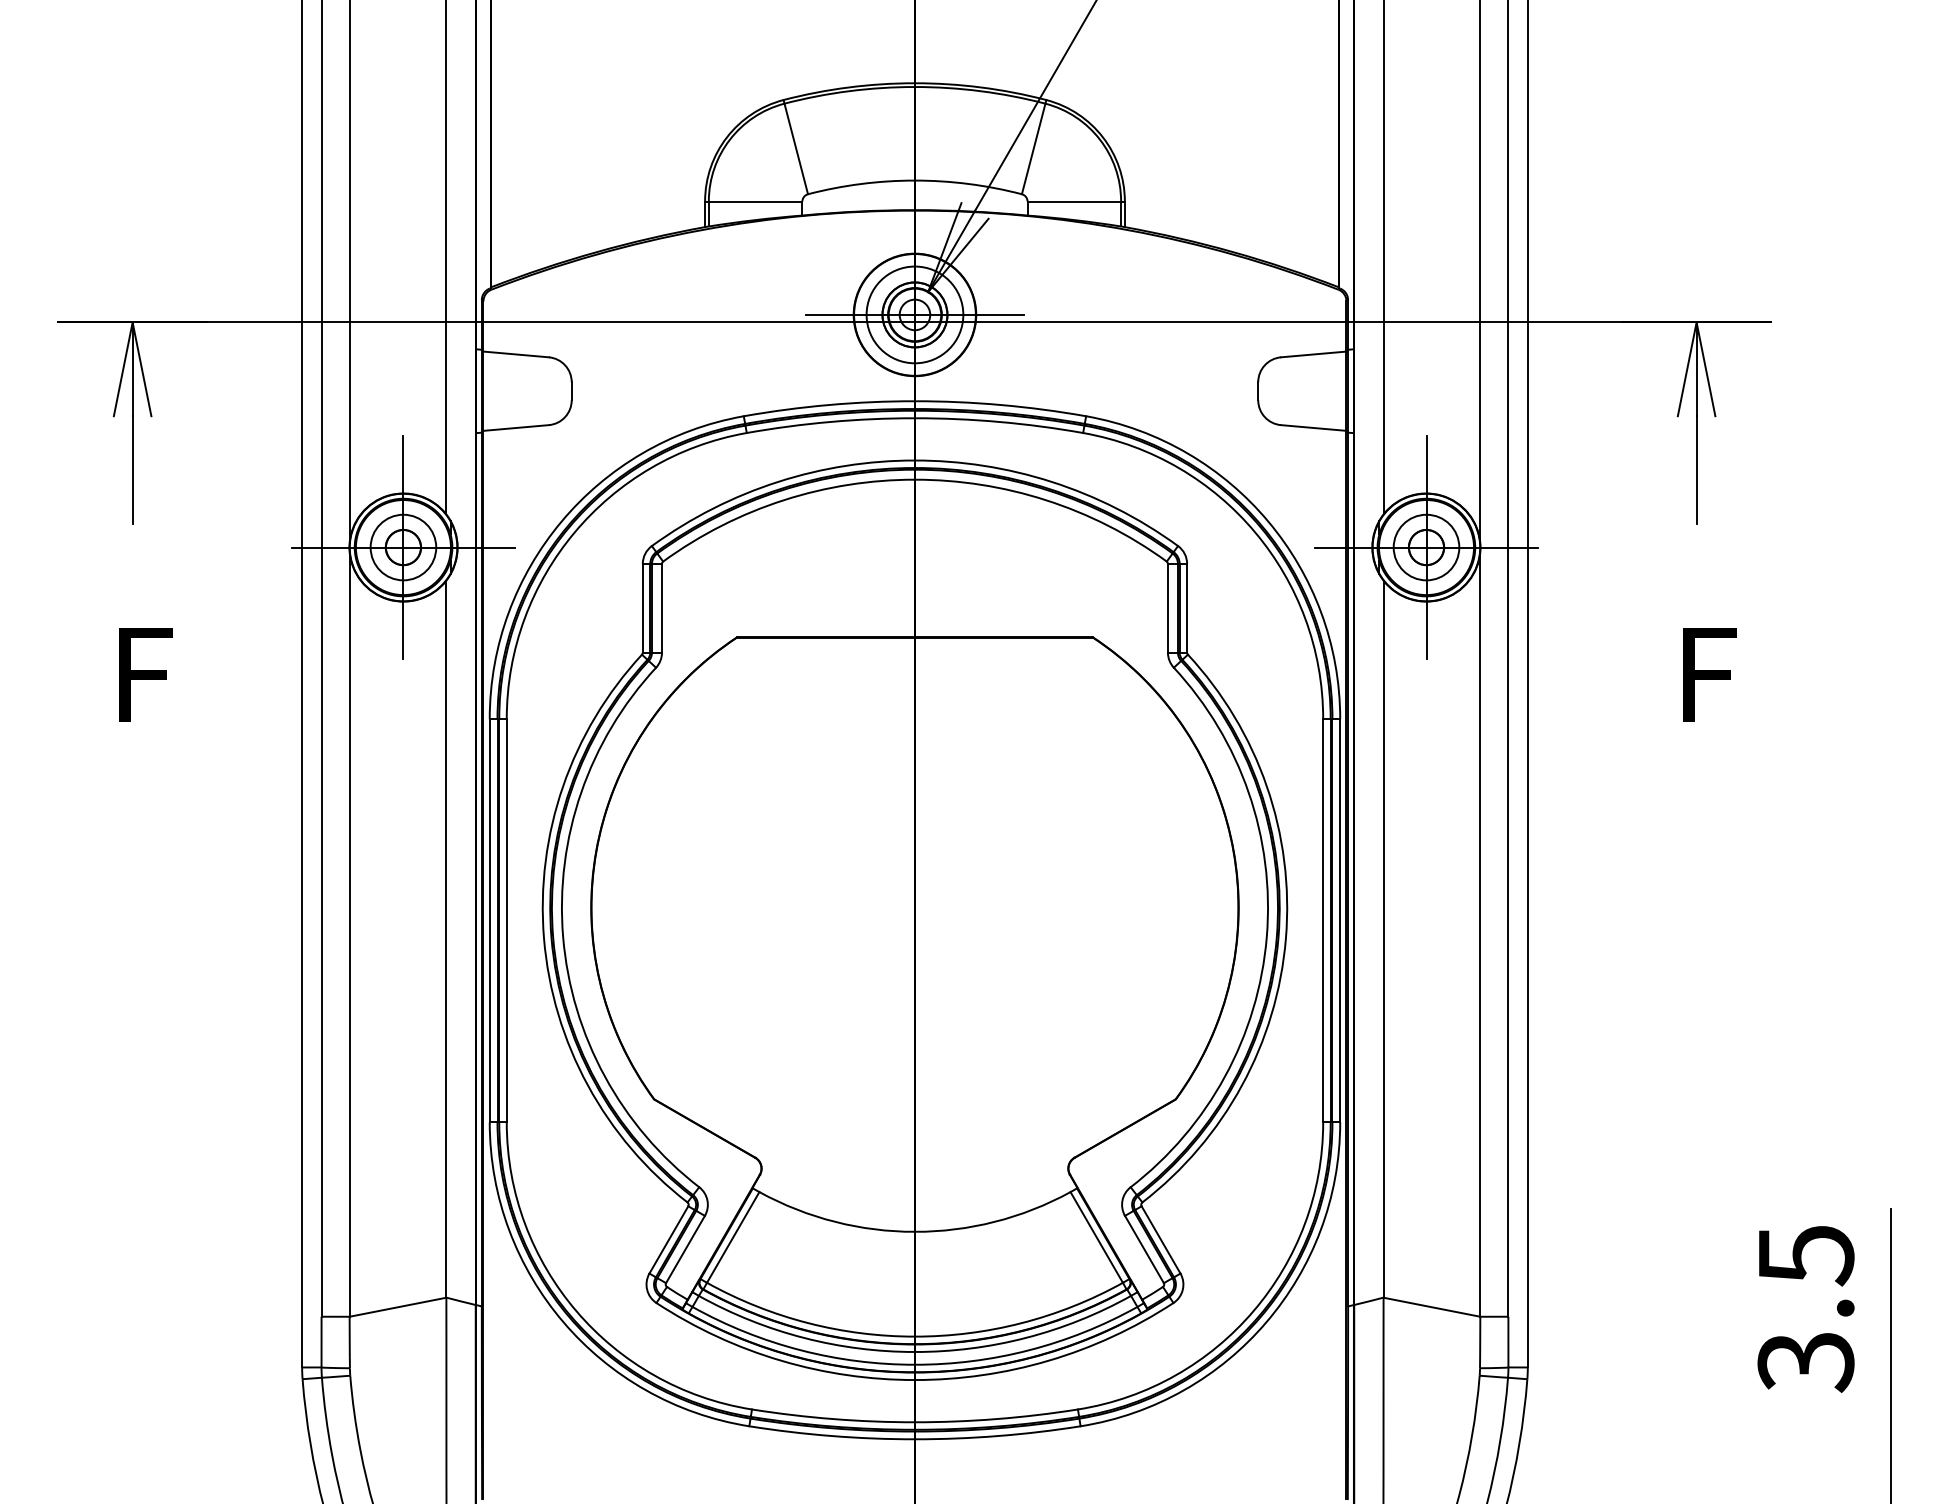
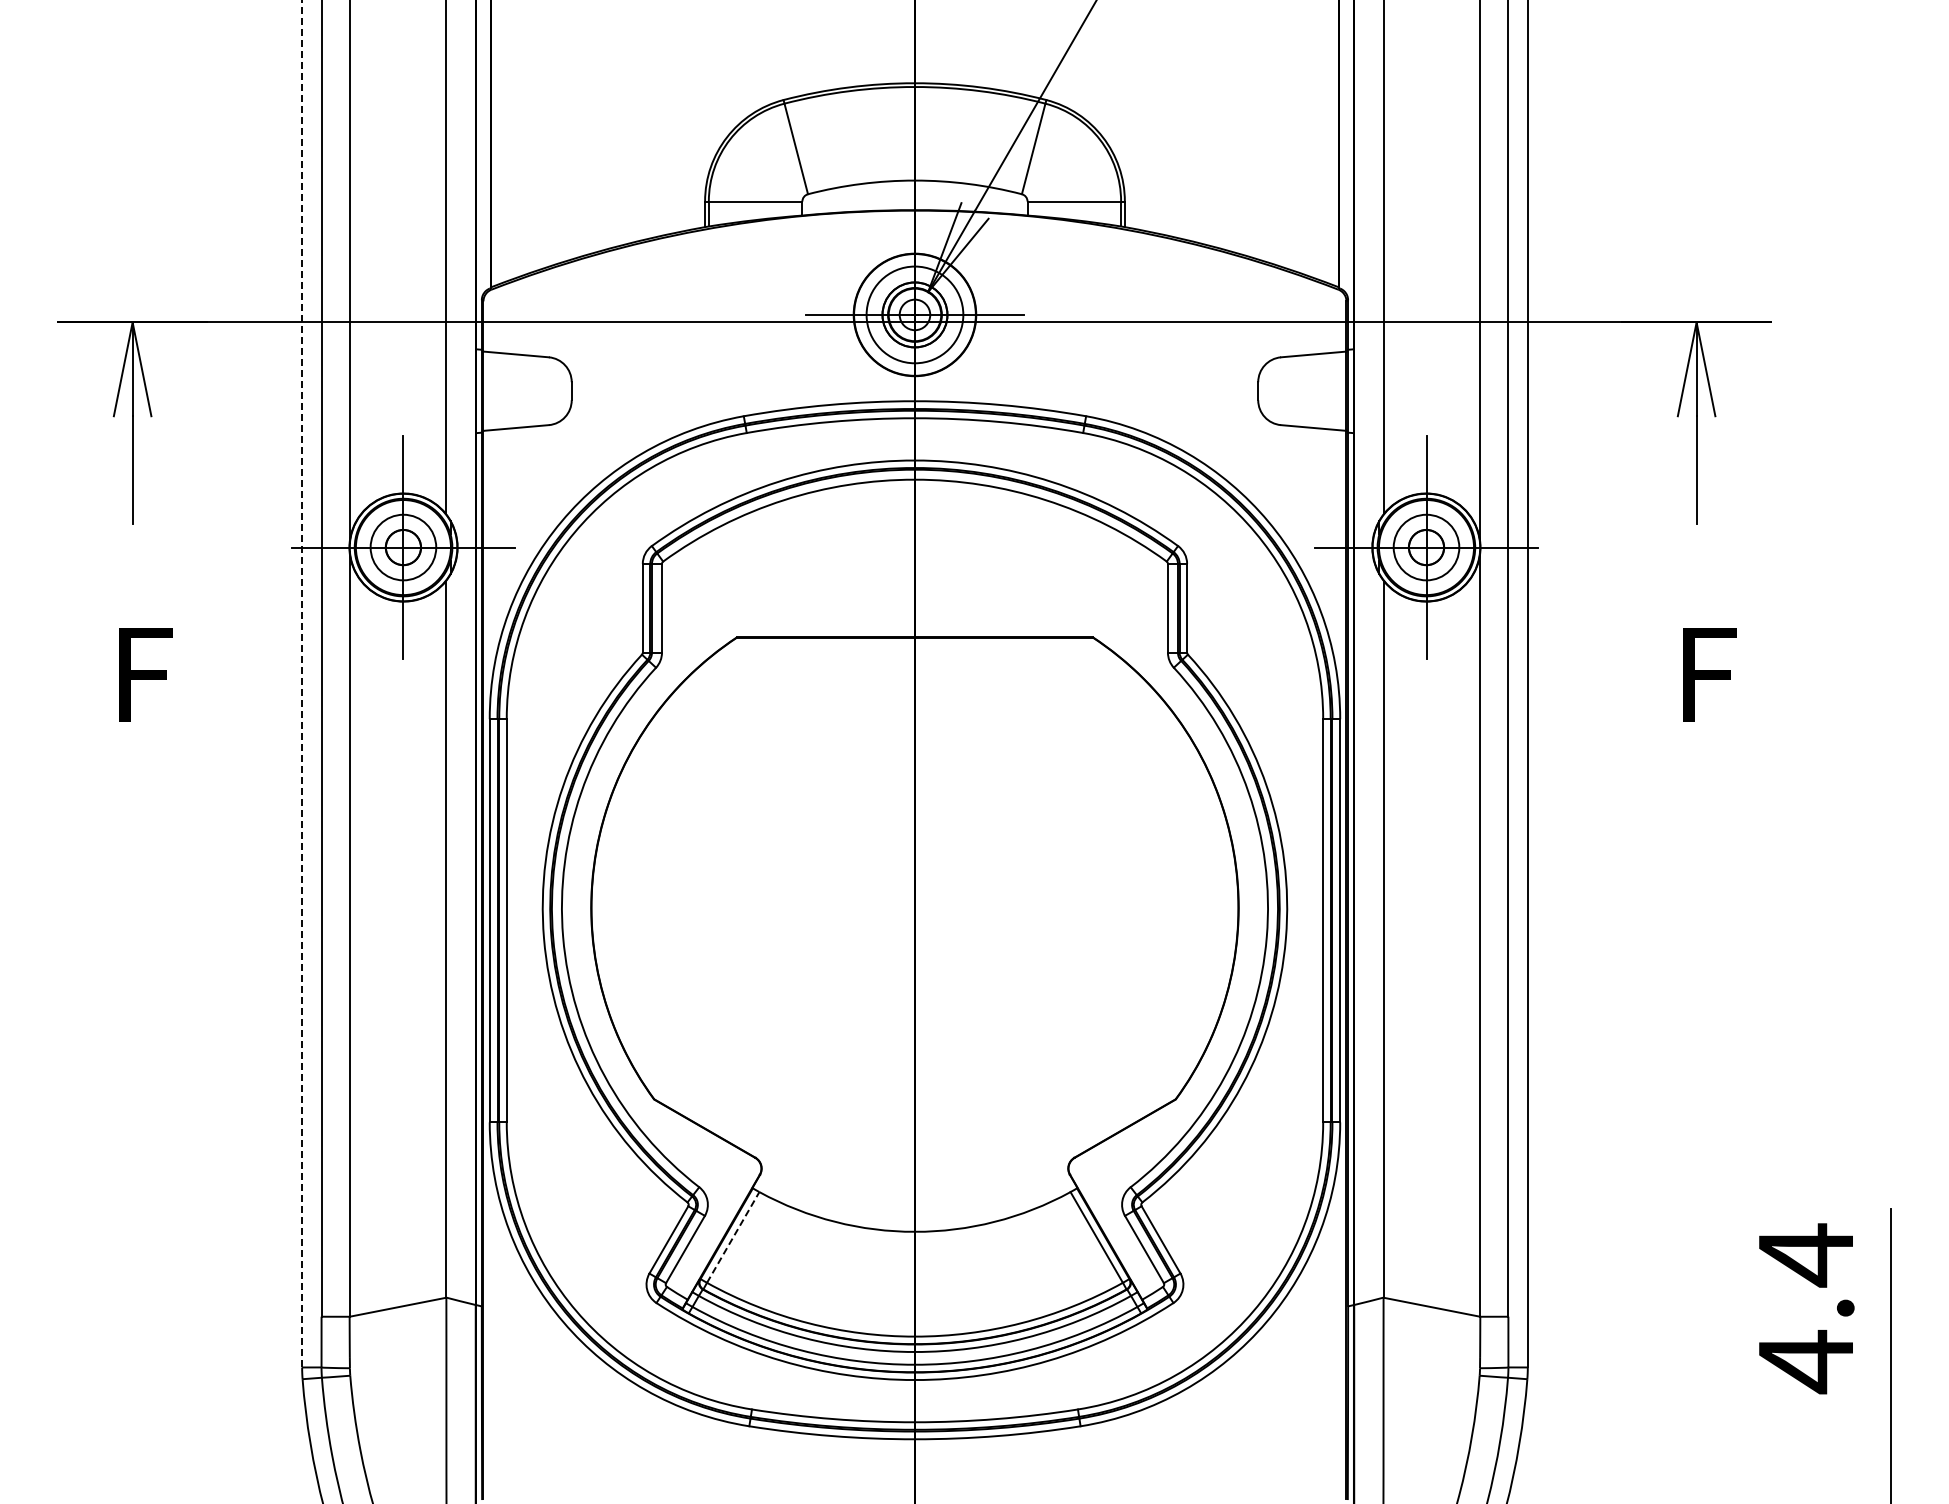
line at (302, 683): solid -> dashed
line at (733, 1237): solid -> dashed
text at (1805, 1308): 3.5 -> 4.4
